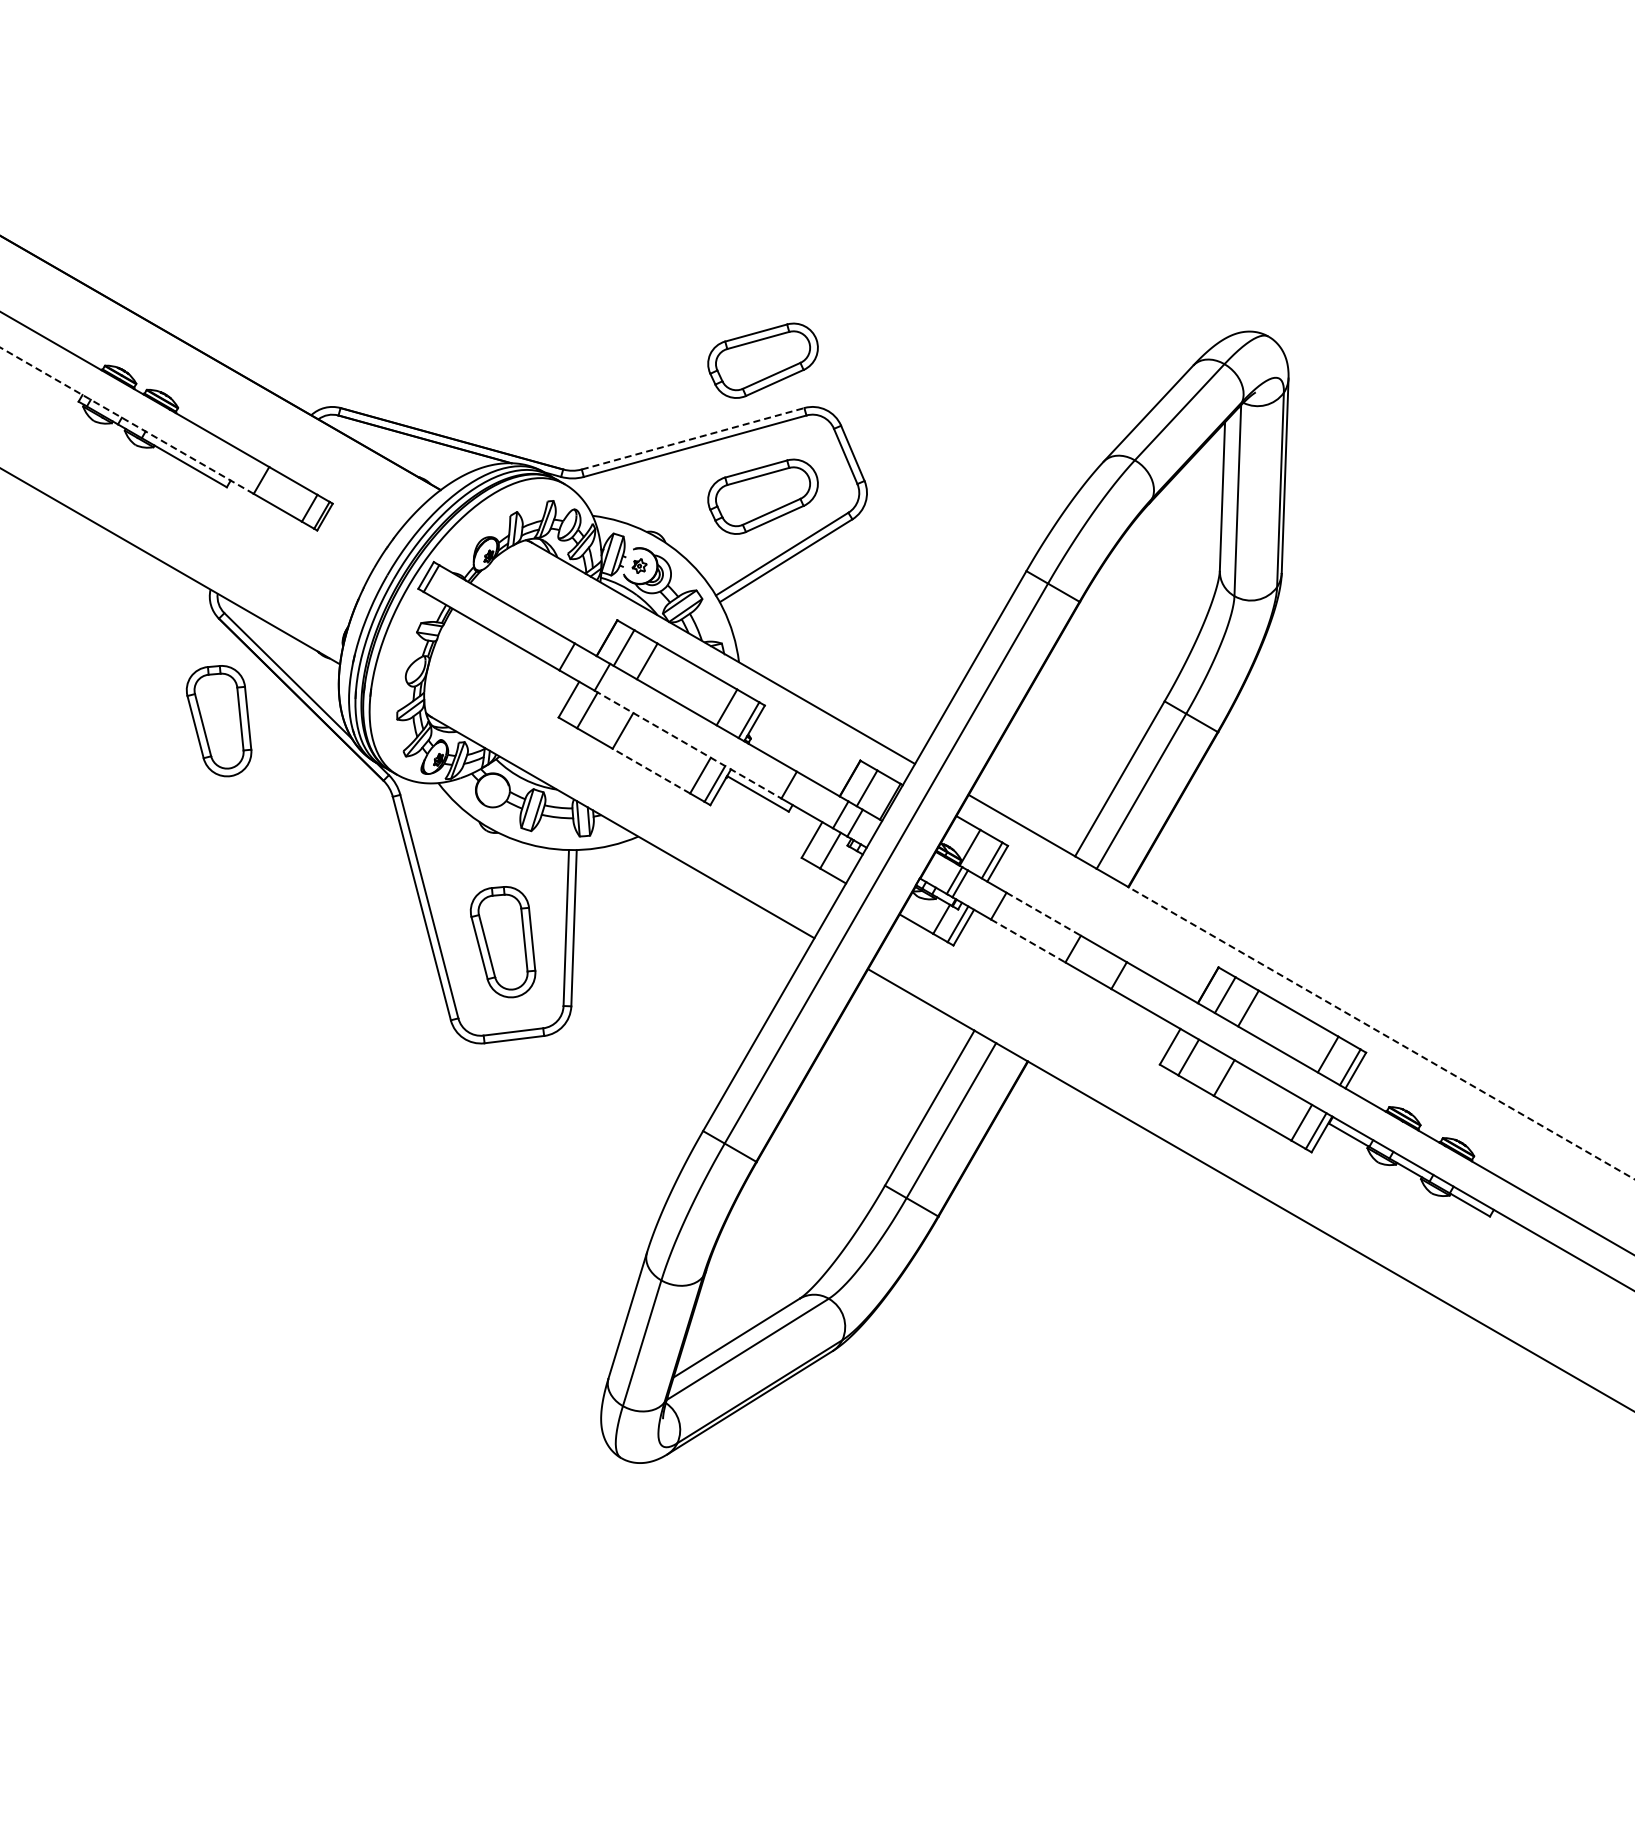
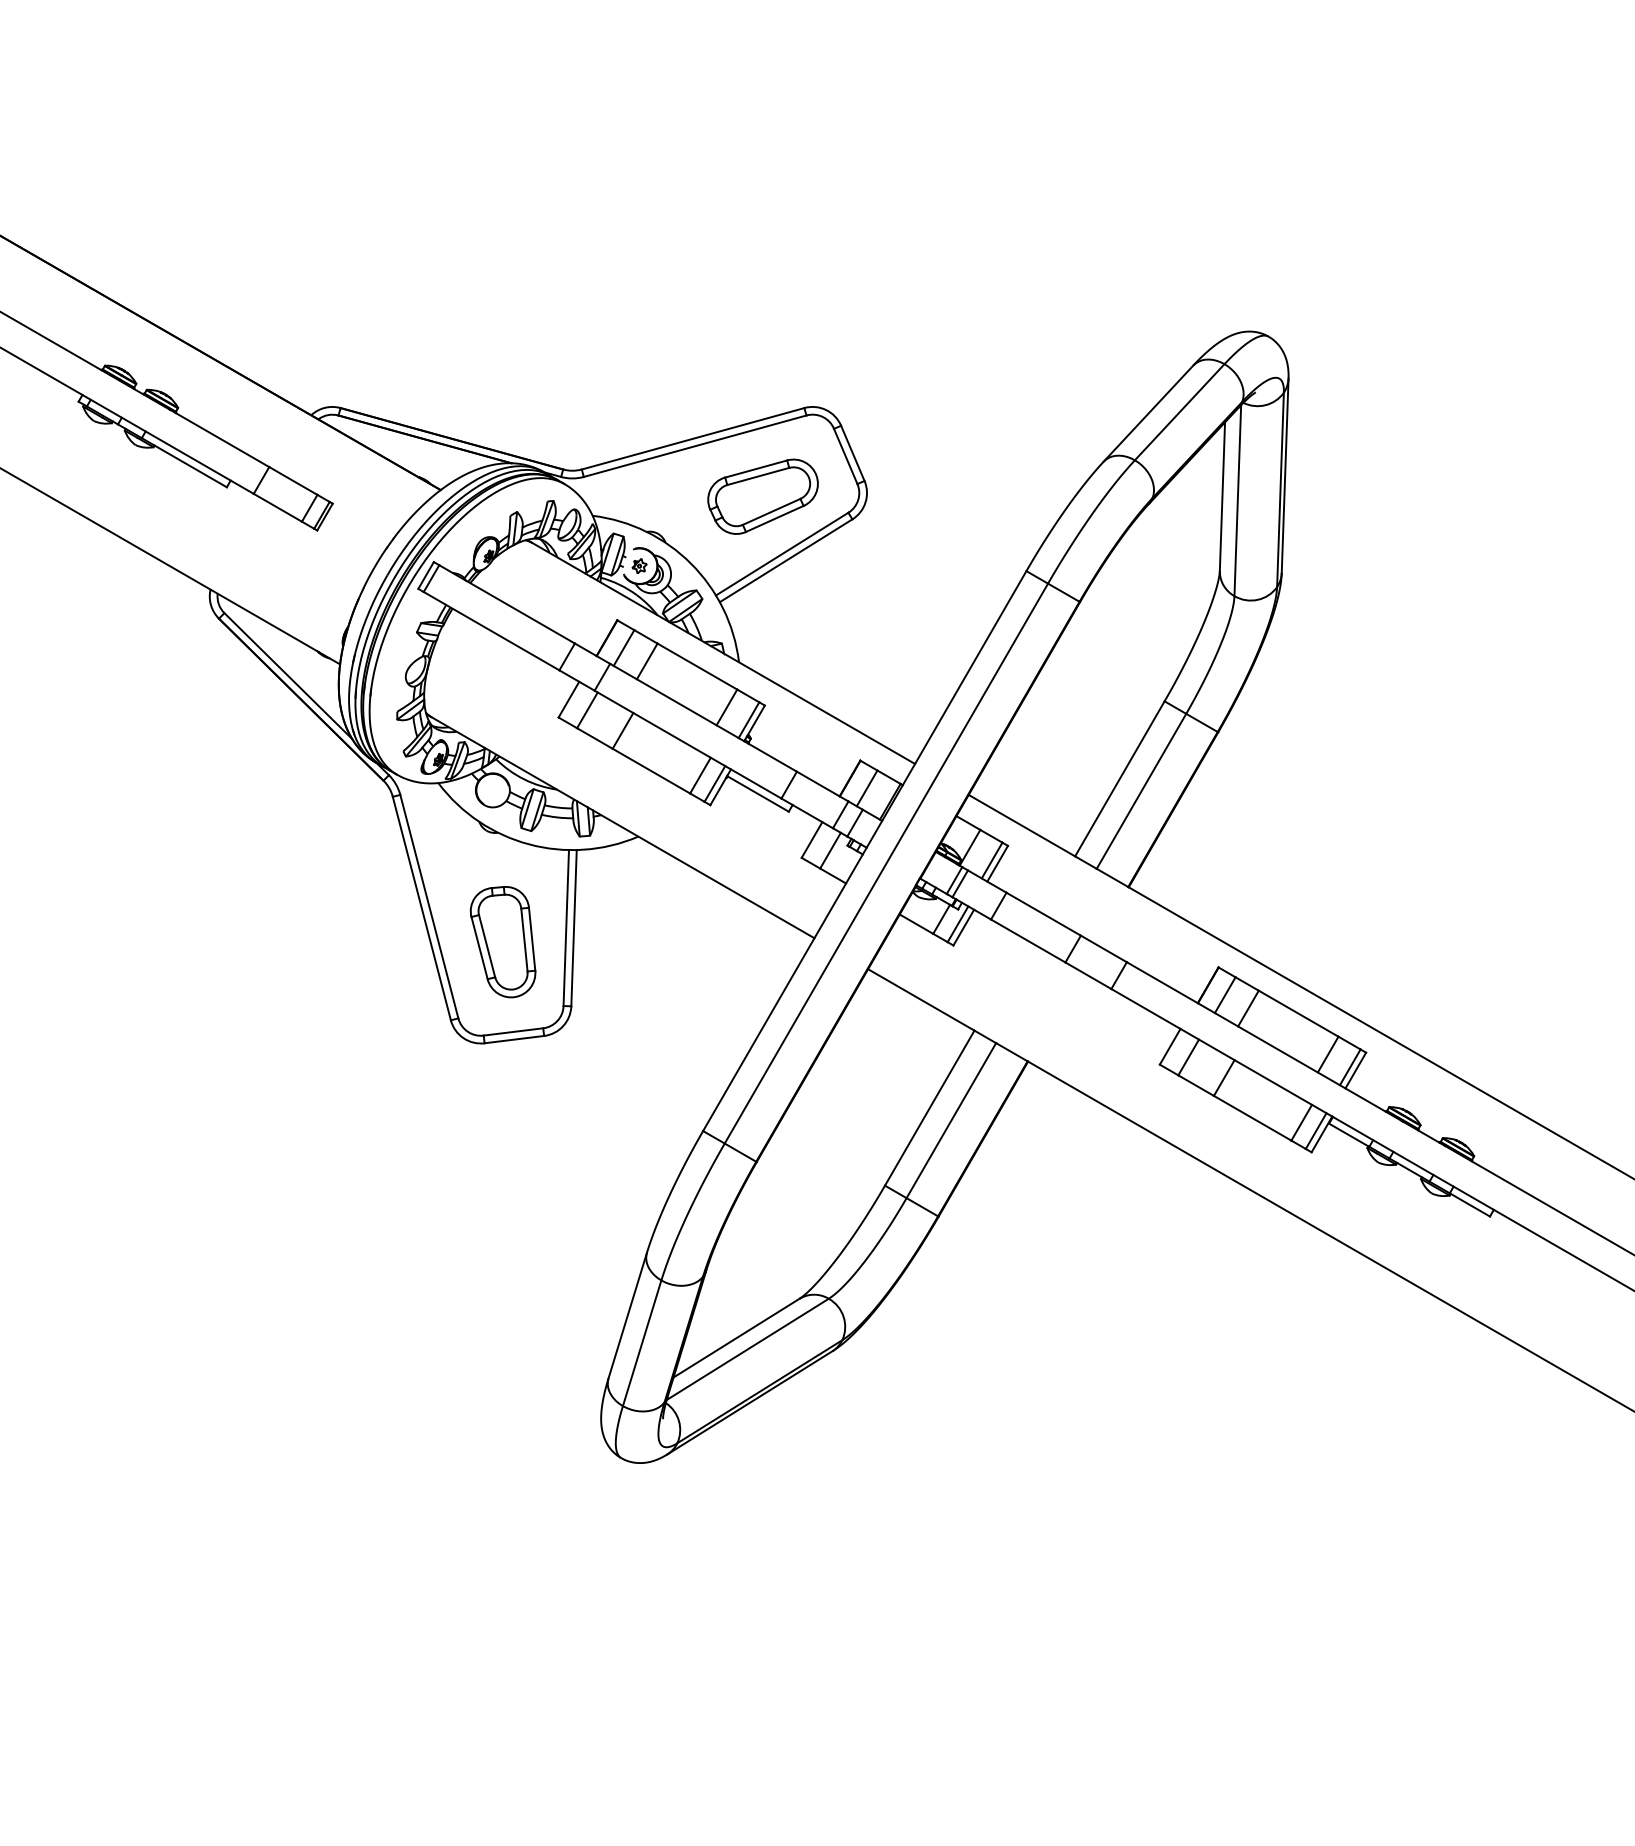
part at (762, 360): present -> none
line at (126, 420): dashed -> solid
line at (693, 438): dashed -> solid
part at (218, 721): present -> none
line at (688, 744): dashed -> solid
line at (651, 771): dashed -> solid
line at (1043, 914): dashed -> solid
line at (1028, 941): dashed -> solid
line at (1381, 1033): dashed -> solid
